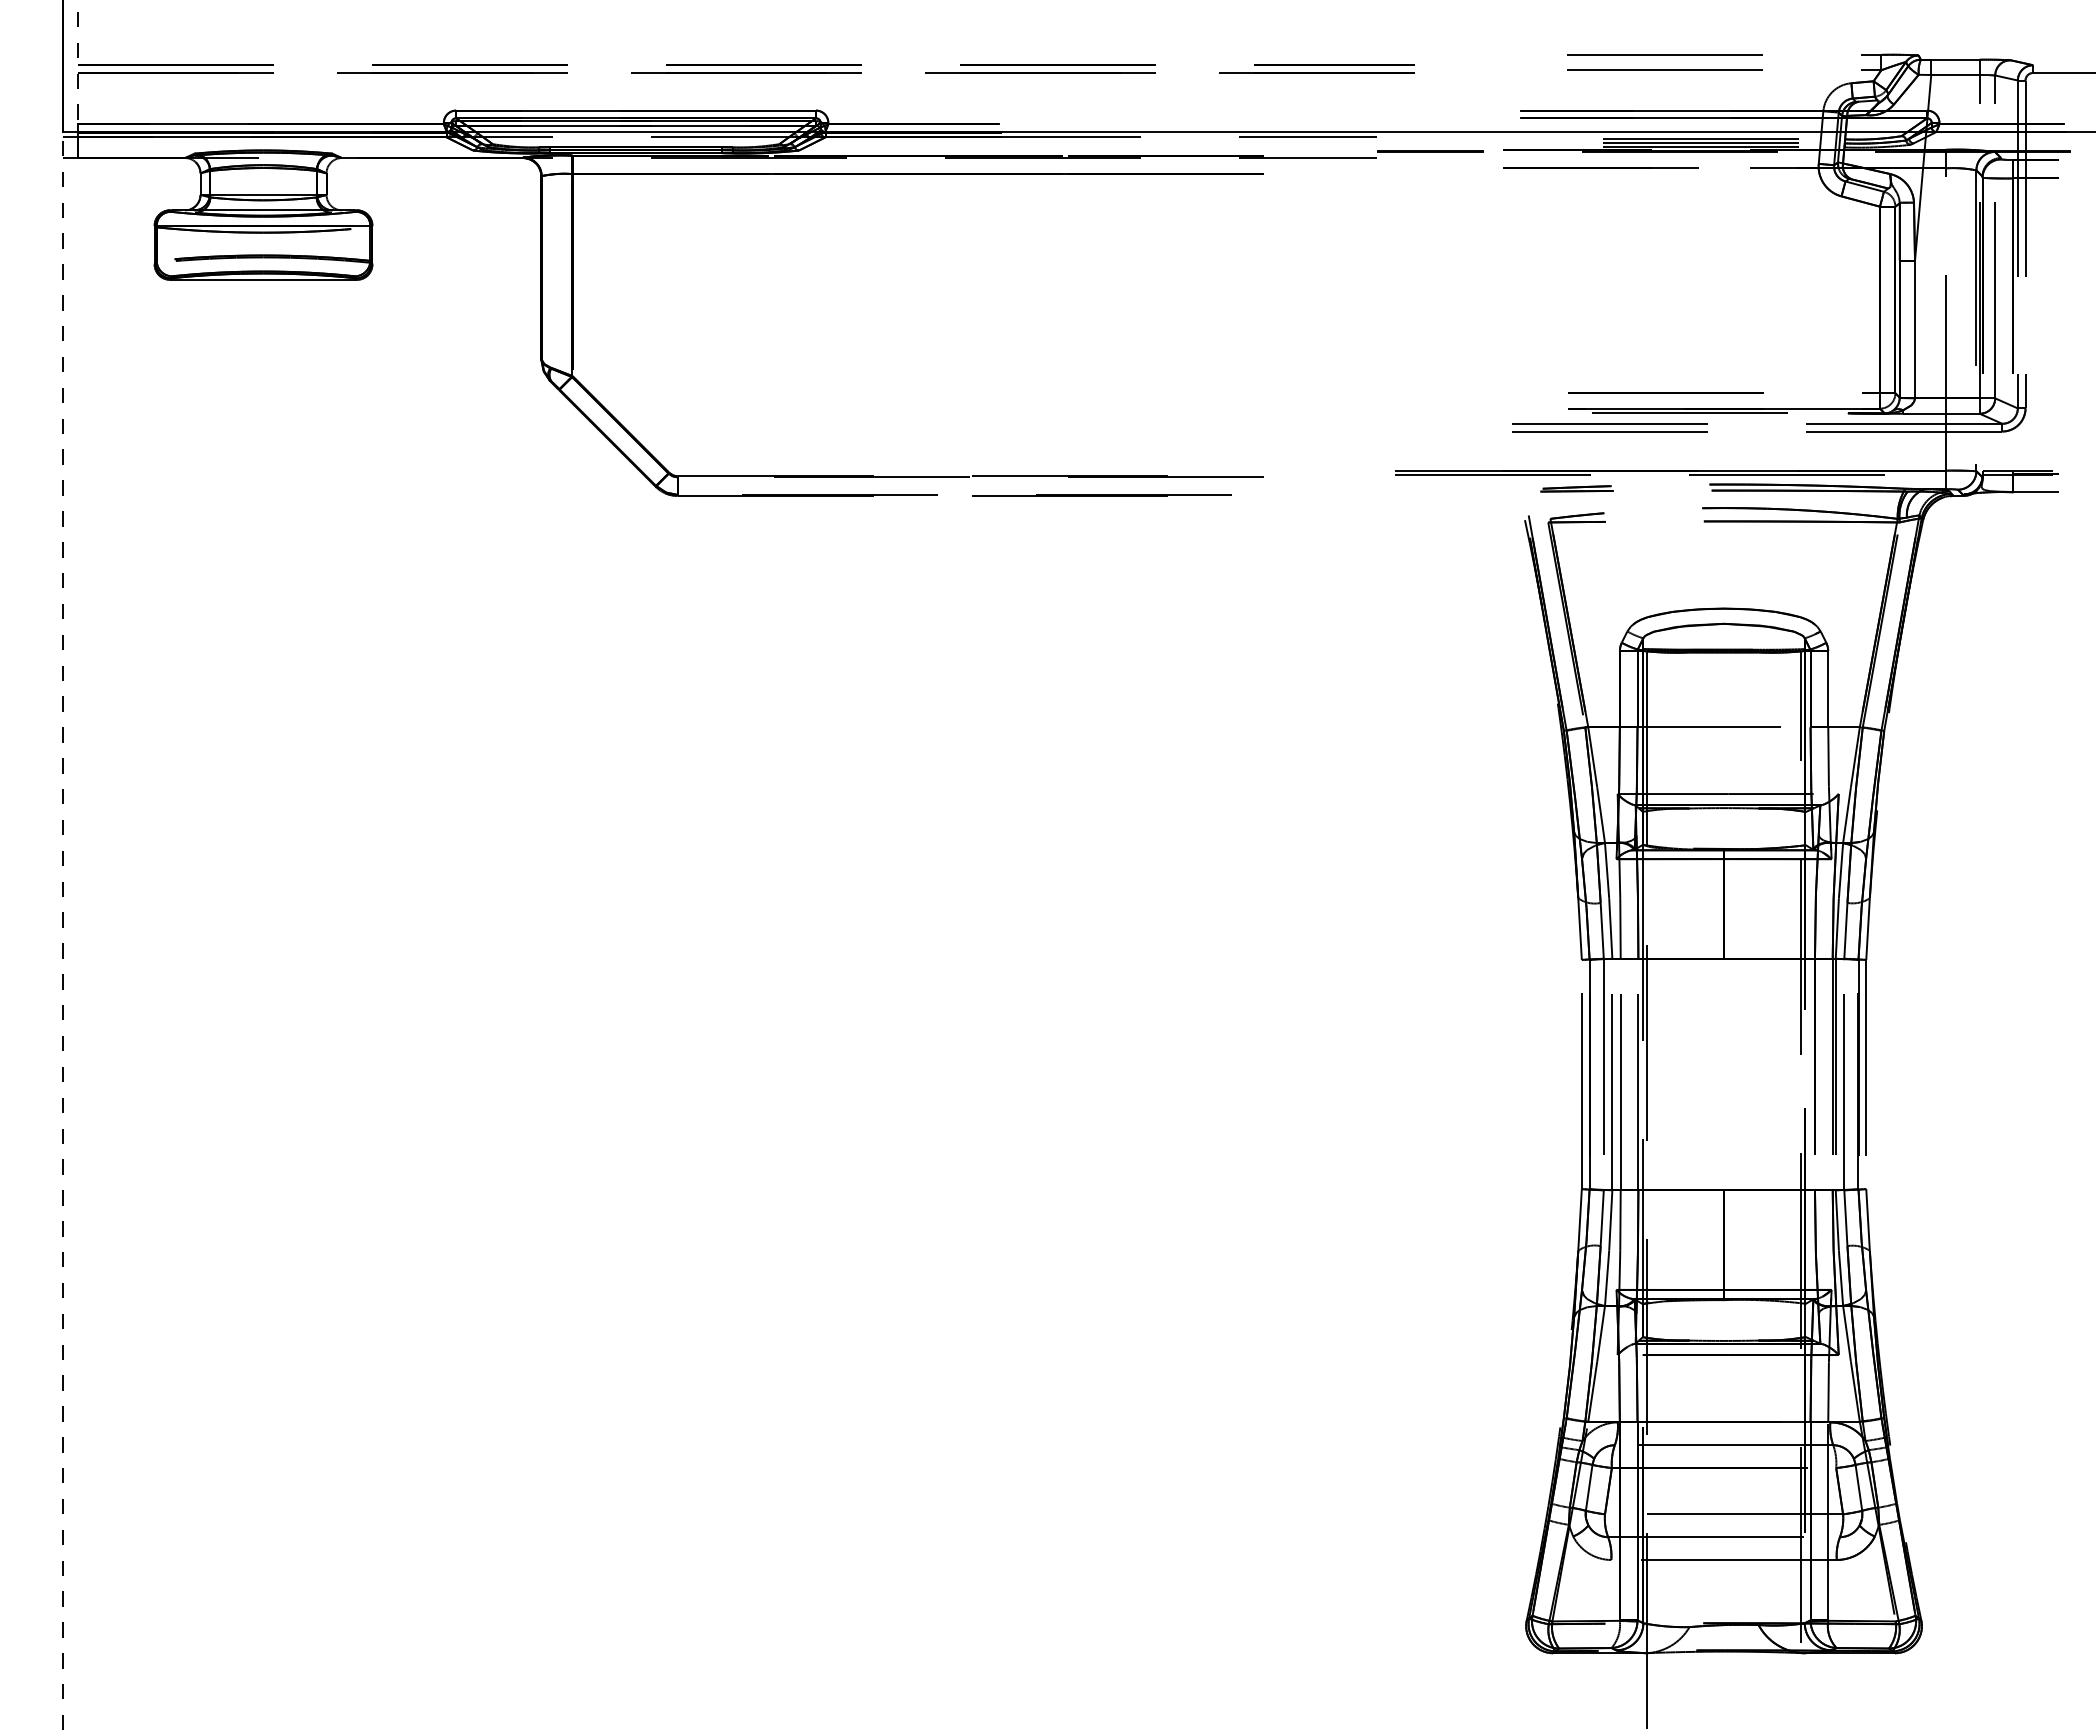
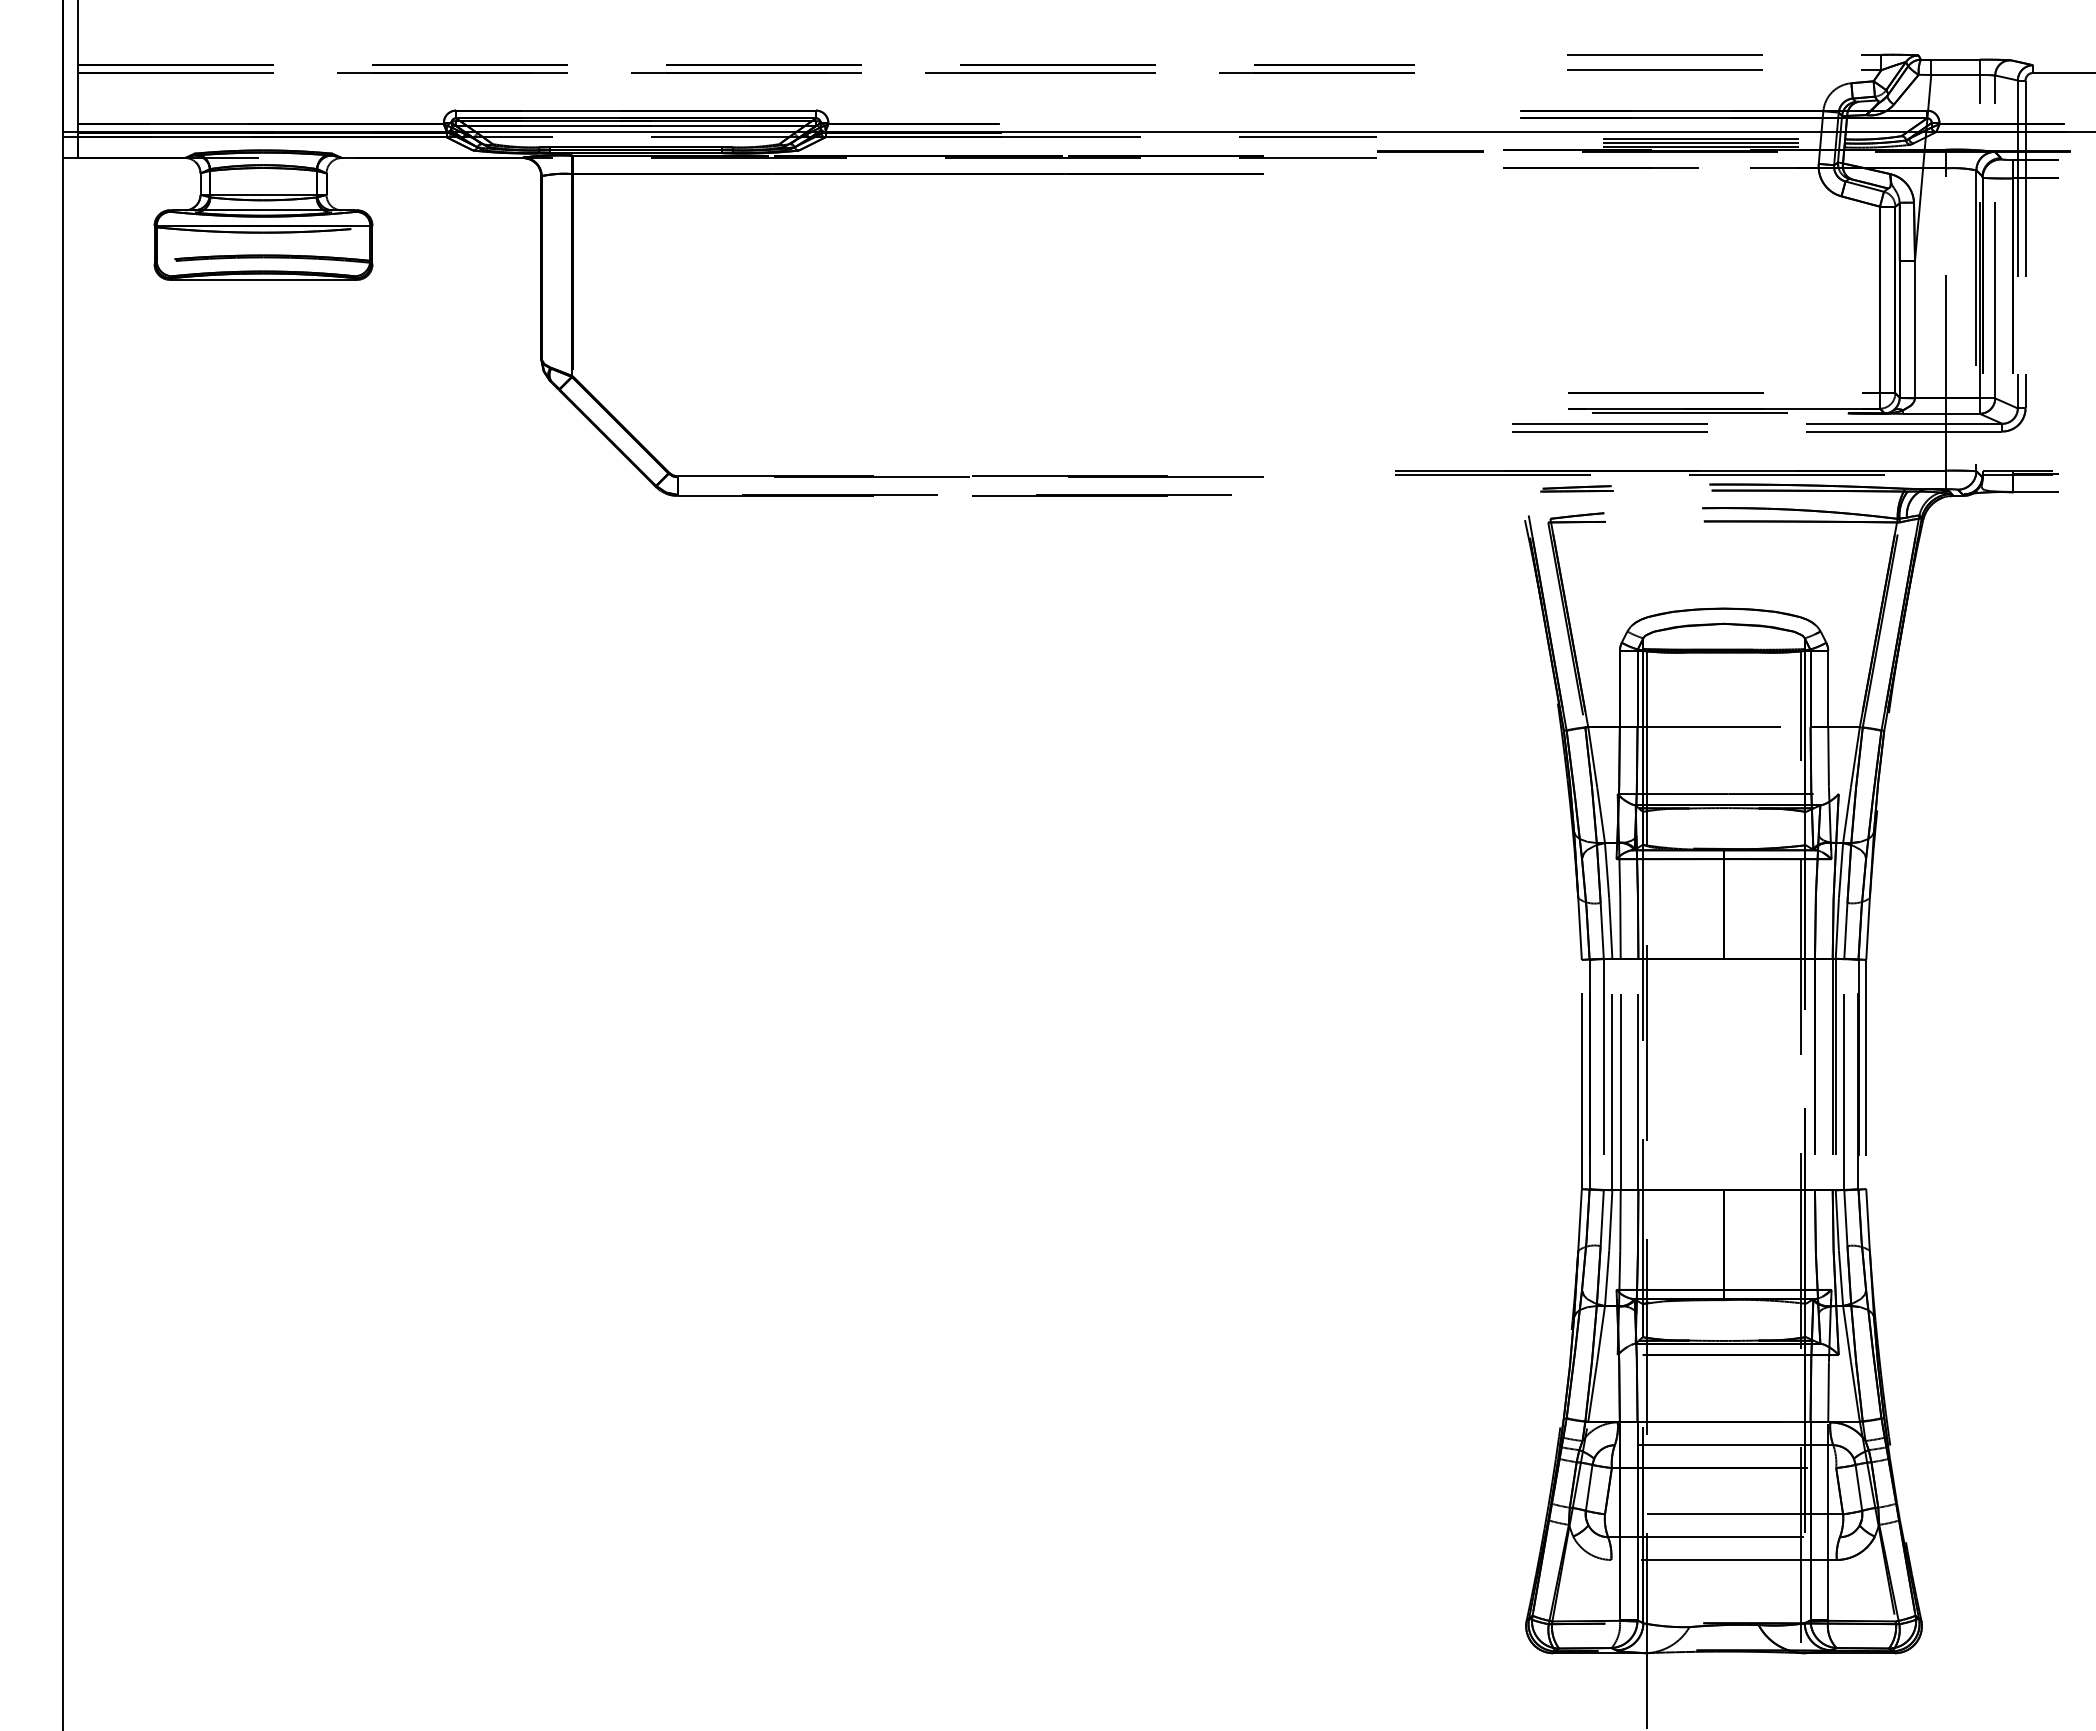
line at (78, 62): dashed -> solid
line at (62, 930): dashed -> solid
